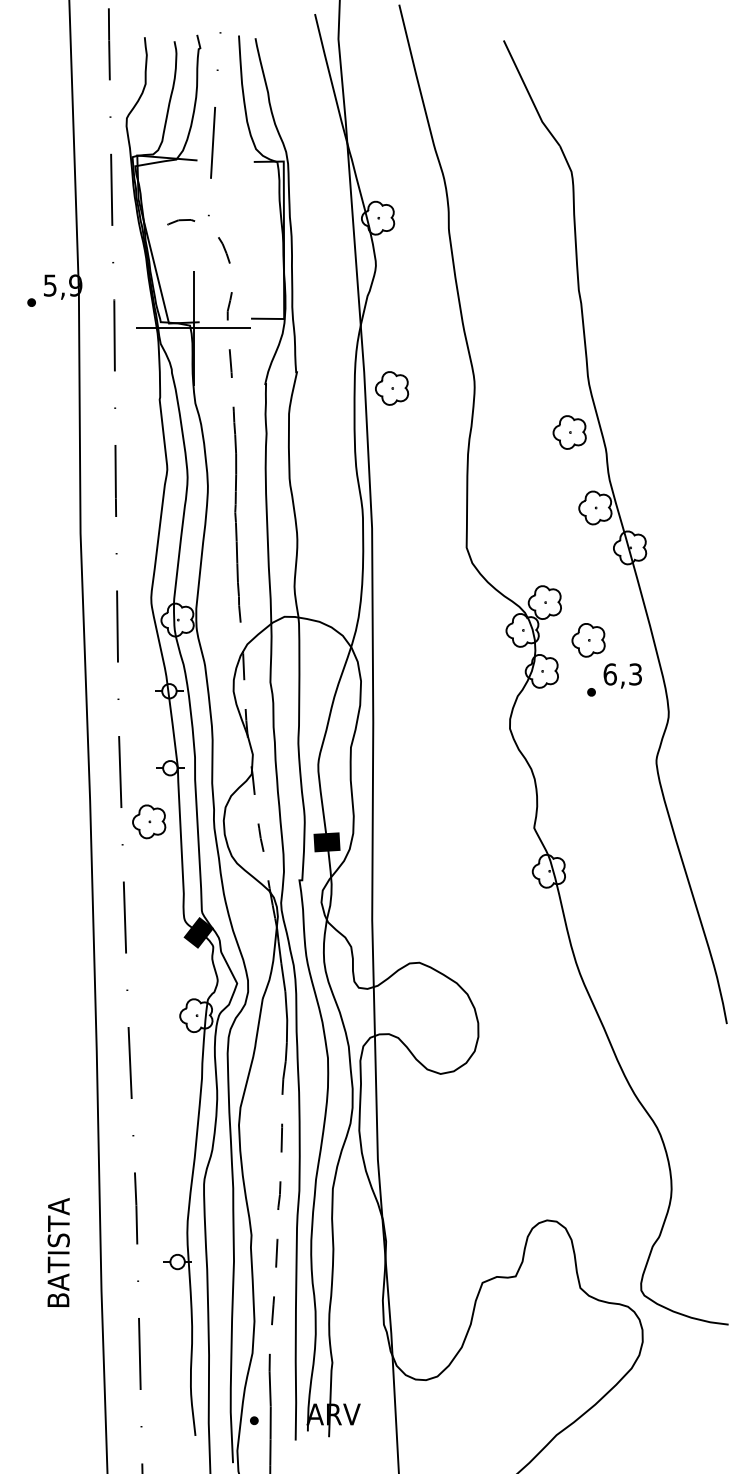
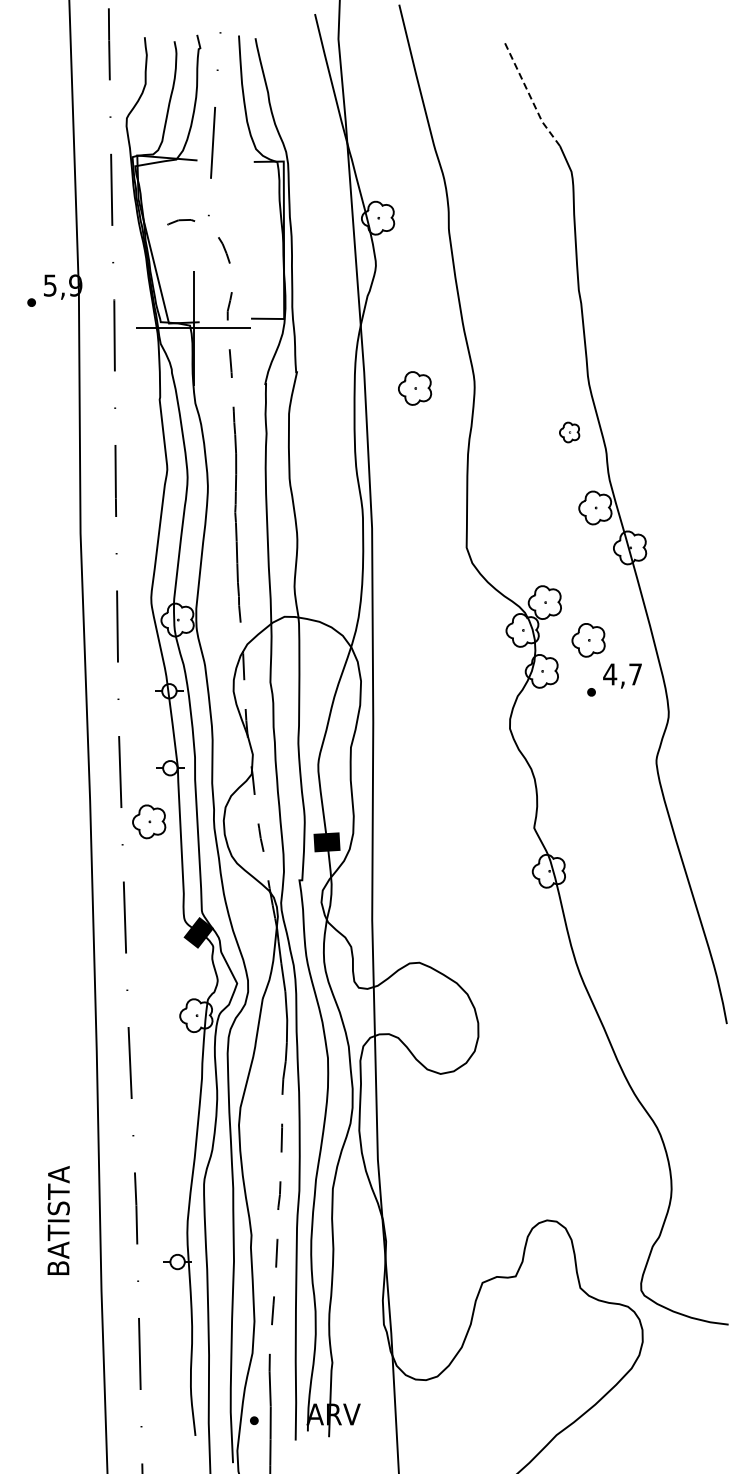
line at (529, 95): solid -> dashed
part at (392, 388) position: (392, 388) -> (415, 388)
part at (569, 432) size: 35x35 px -> 22x23 px
text at (622, 674): 6,3 -> 4,7
text at (58, 1252) position: (58, 1252) -> (58, 1220)
